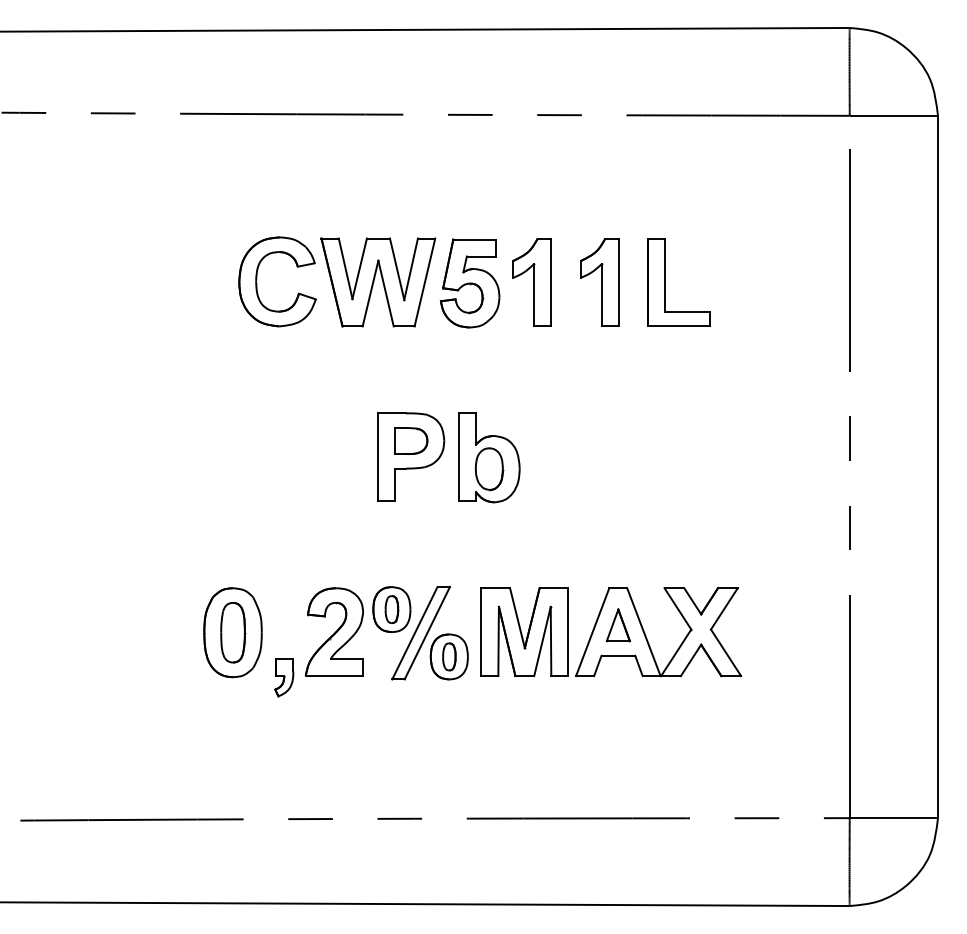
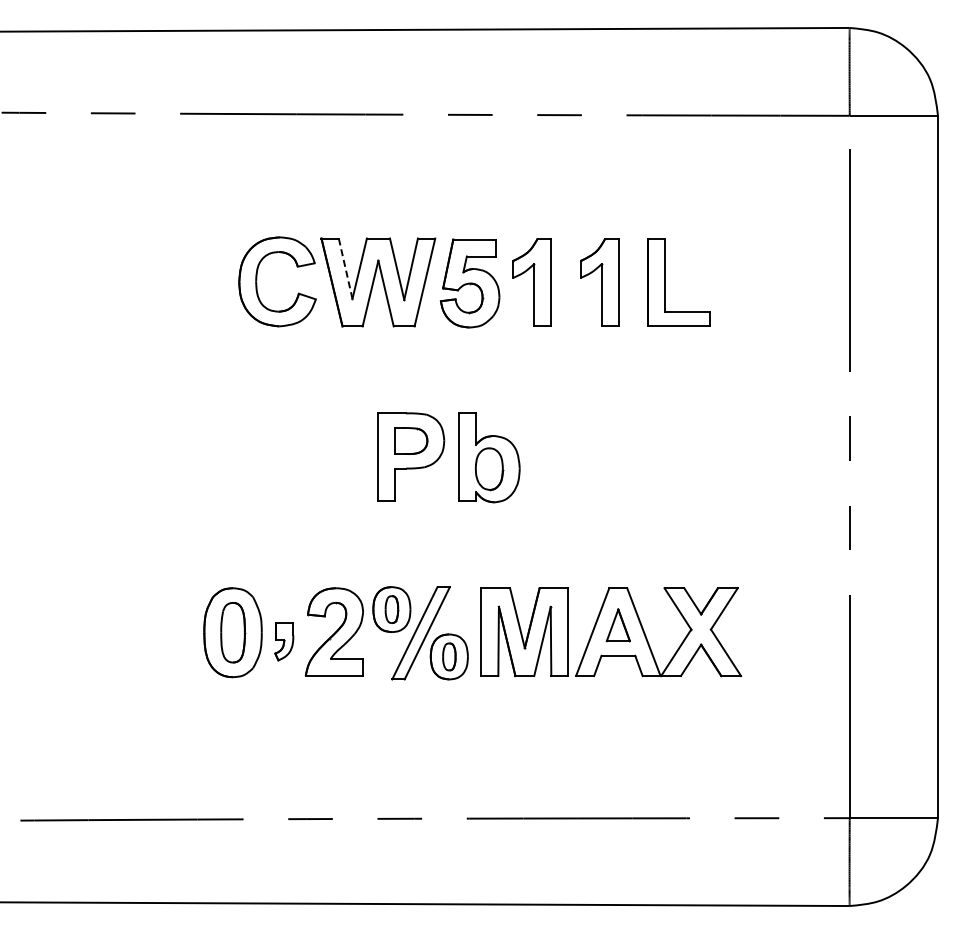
line at (345, 268): solid -> dashed
part at (284, 677) position: (284, 677) -> (284, 641)
